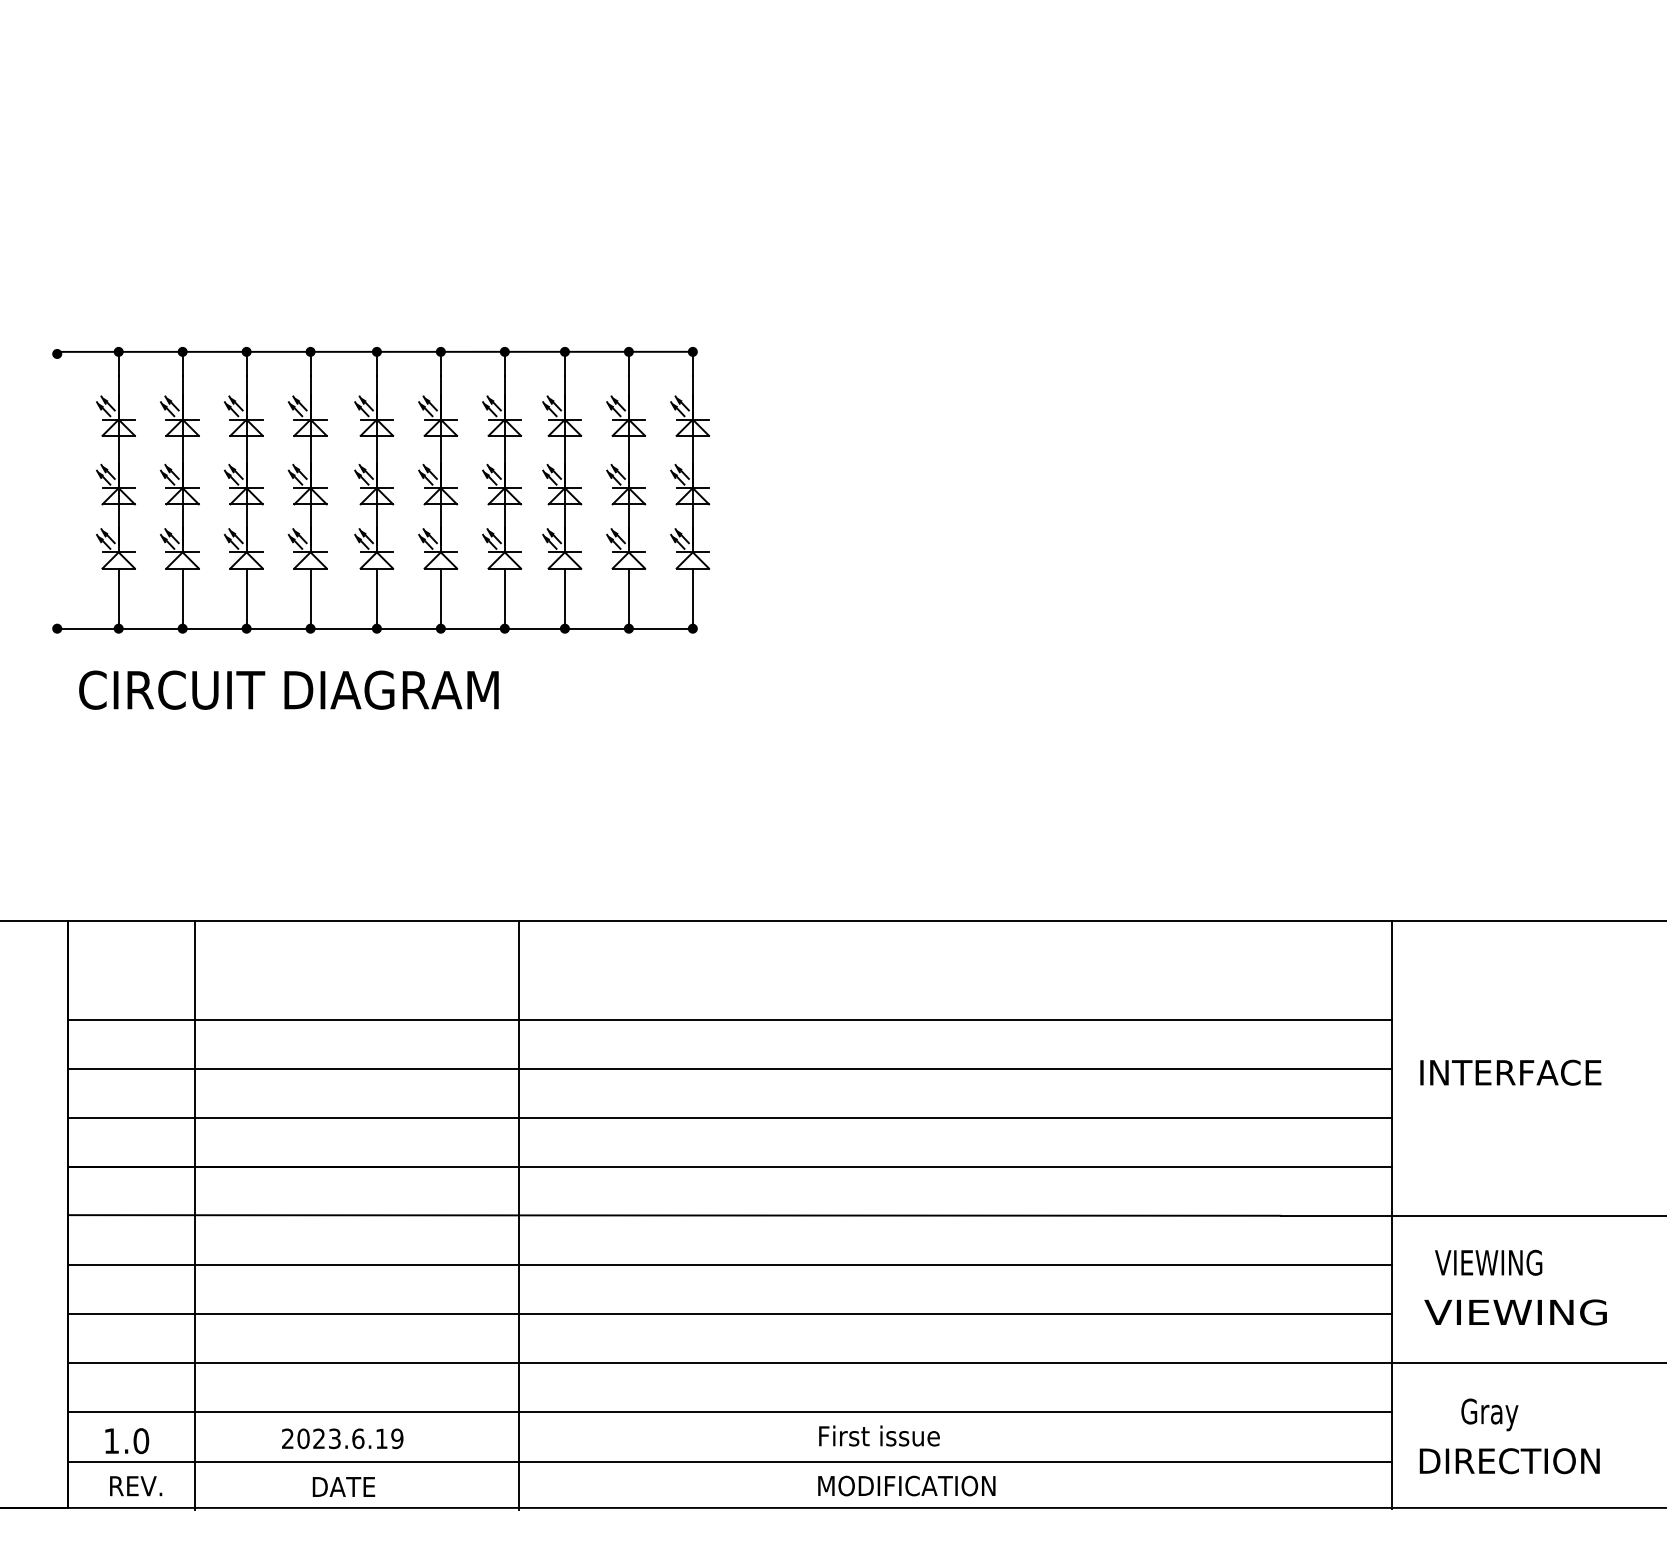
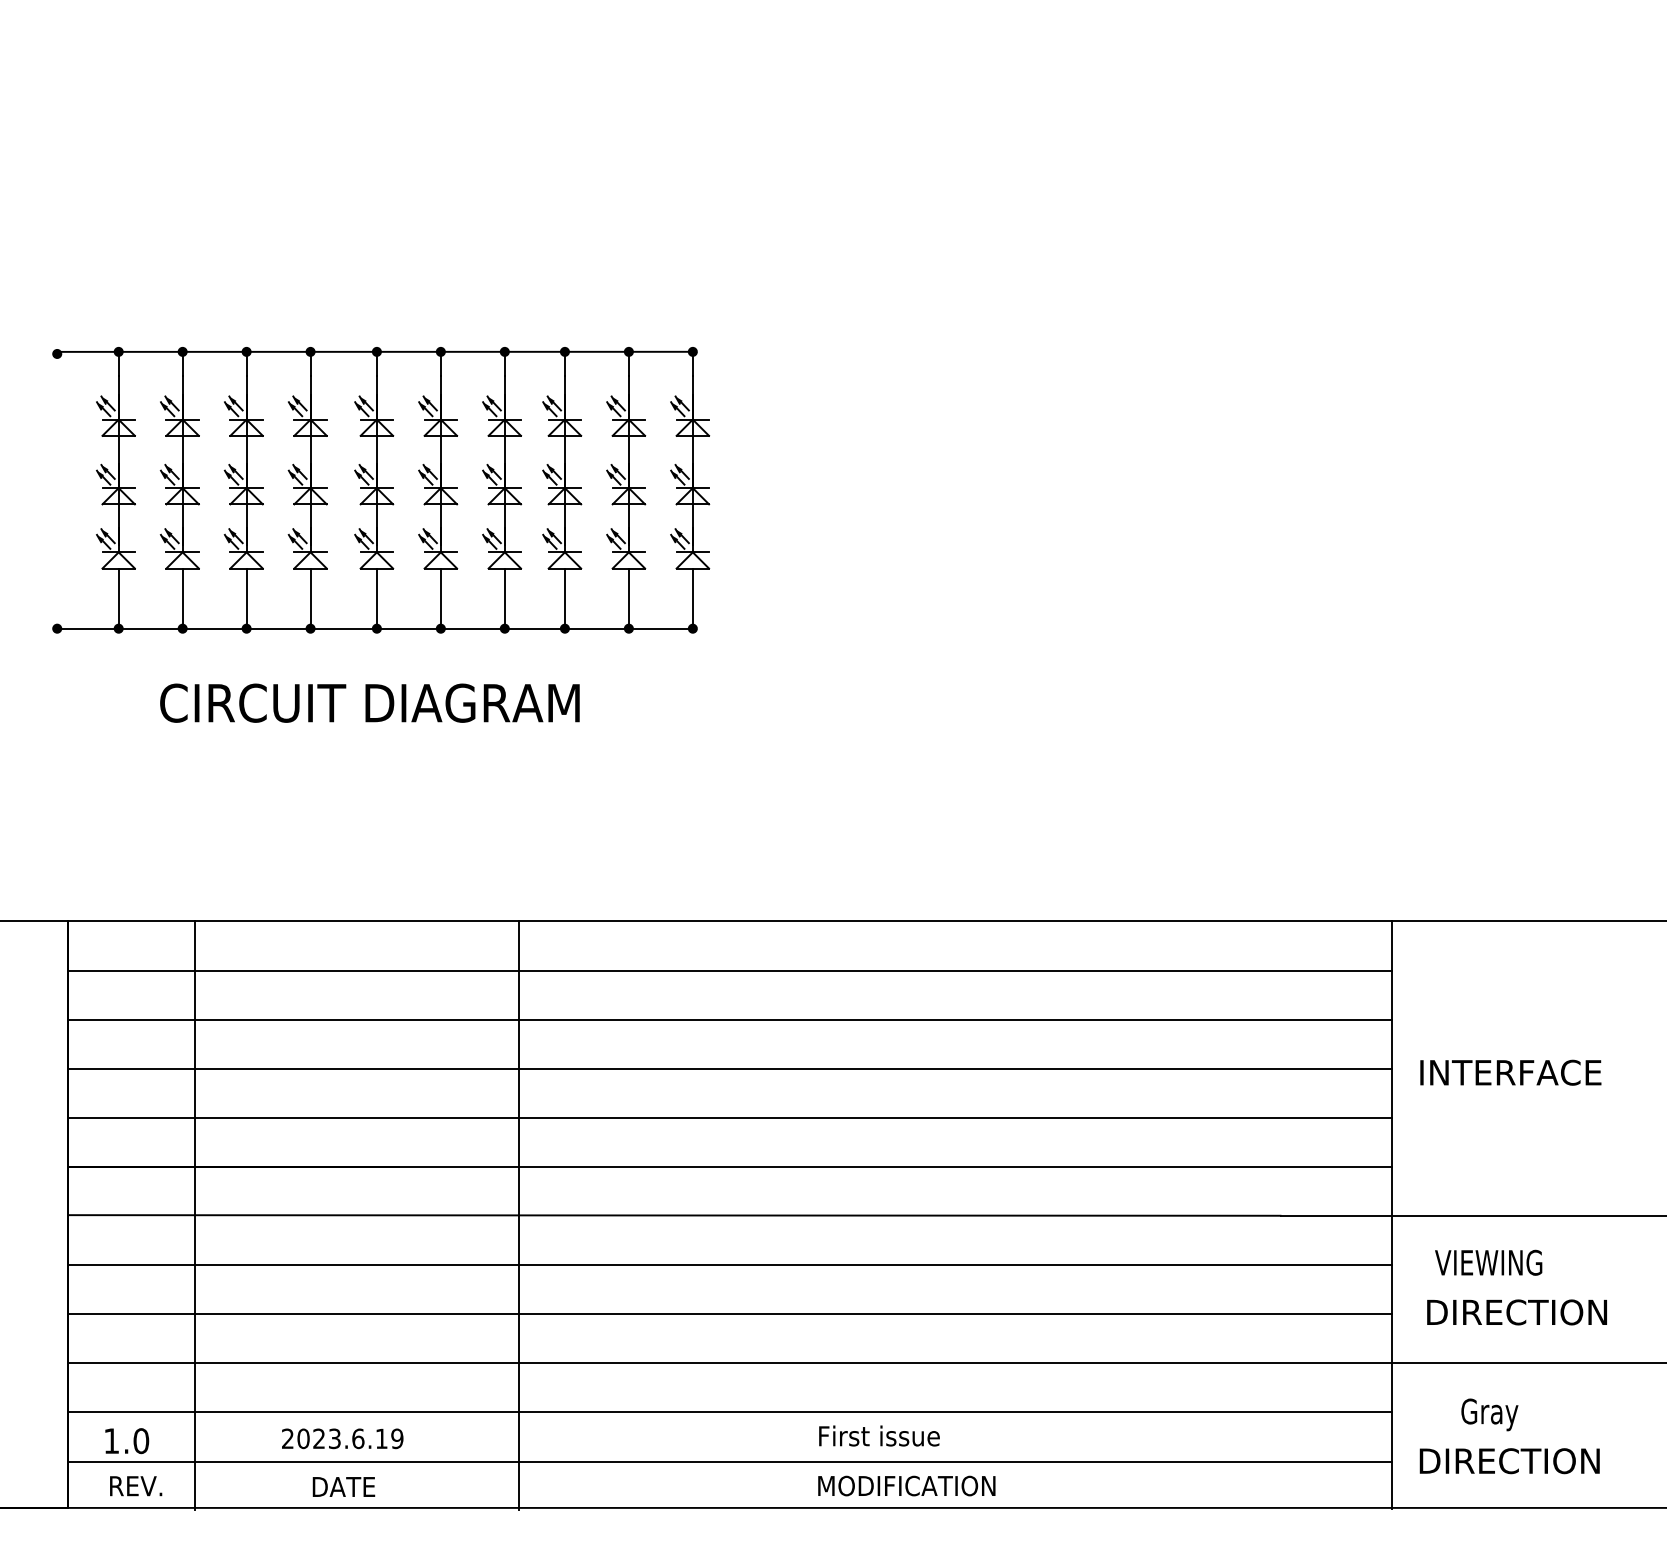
text at (288, 689) position: (288, 689) -> (369, 702)
line at (729, 971): none -> present
text at (1515, 1312): VIEWING -> DIRECTION
